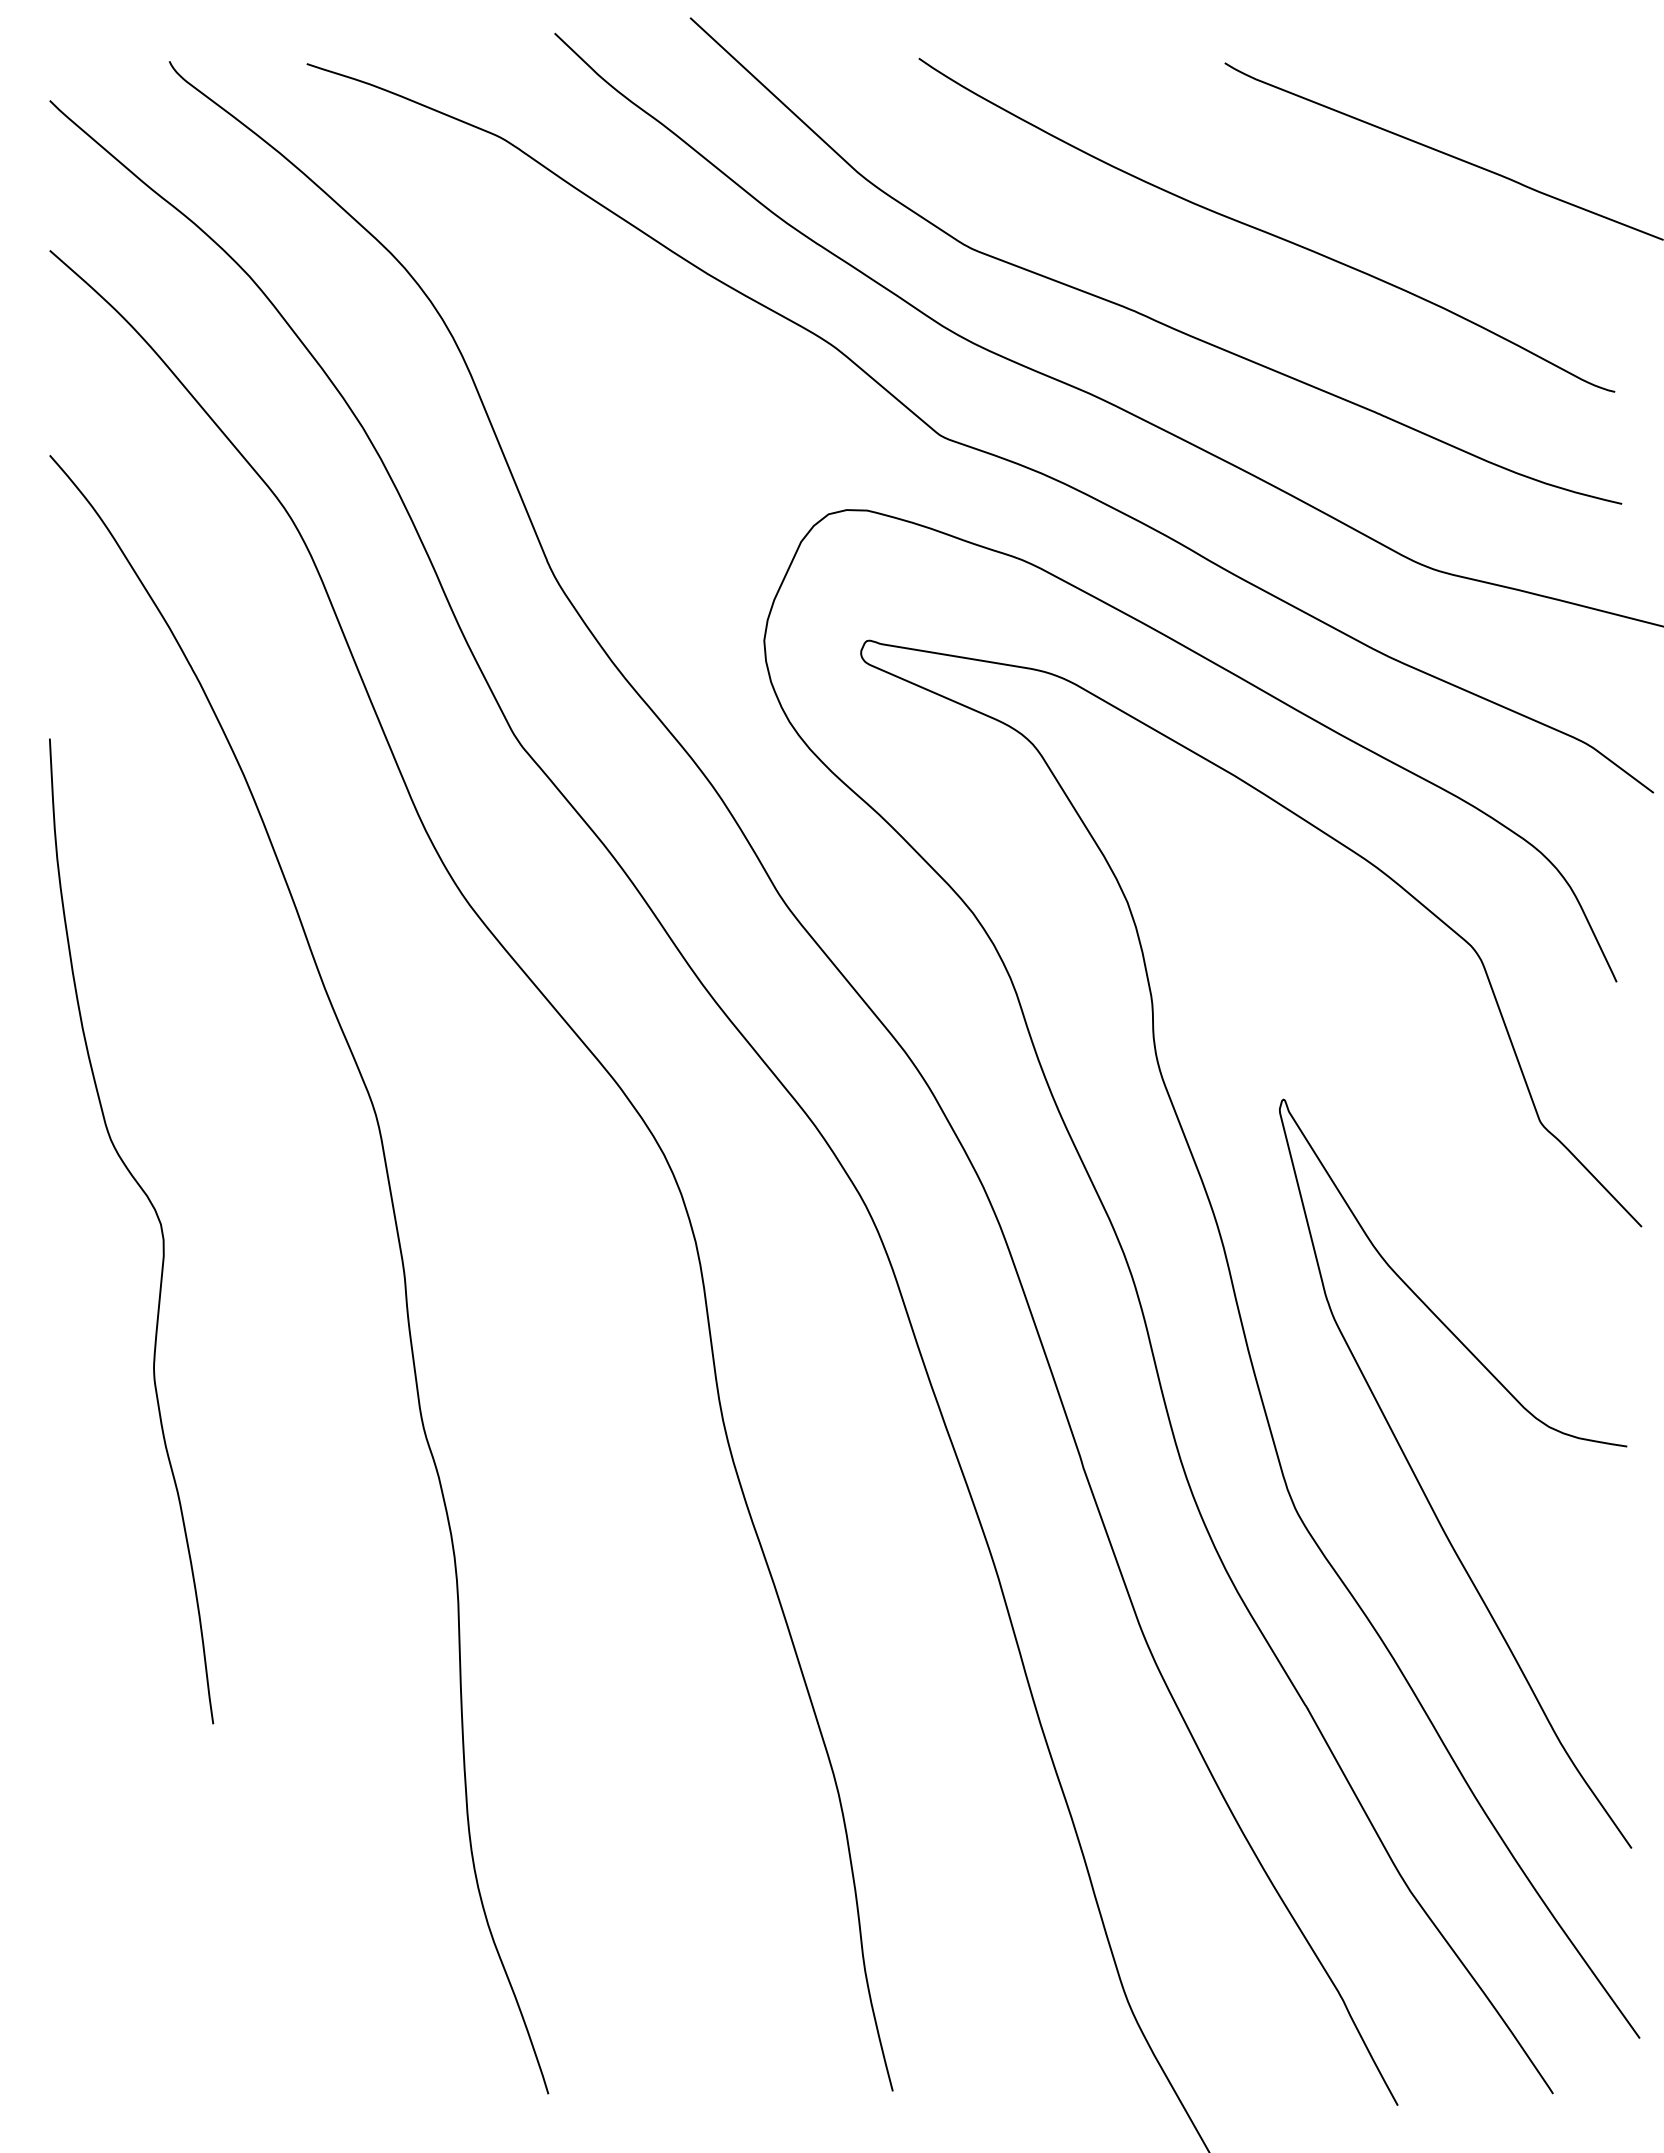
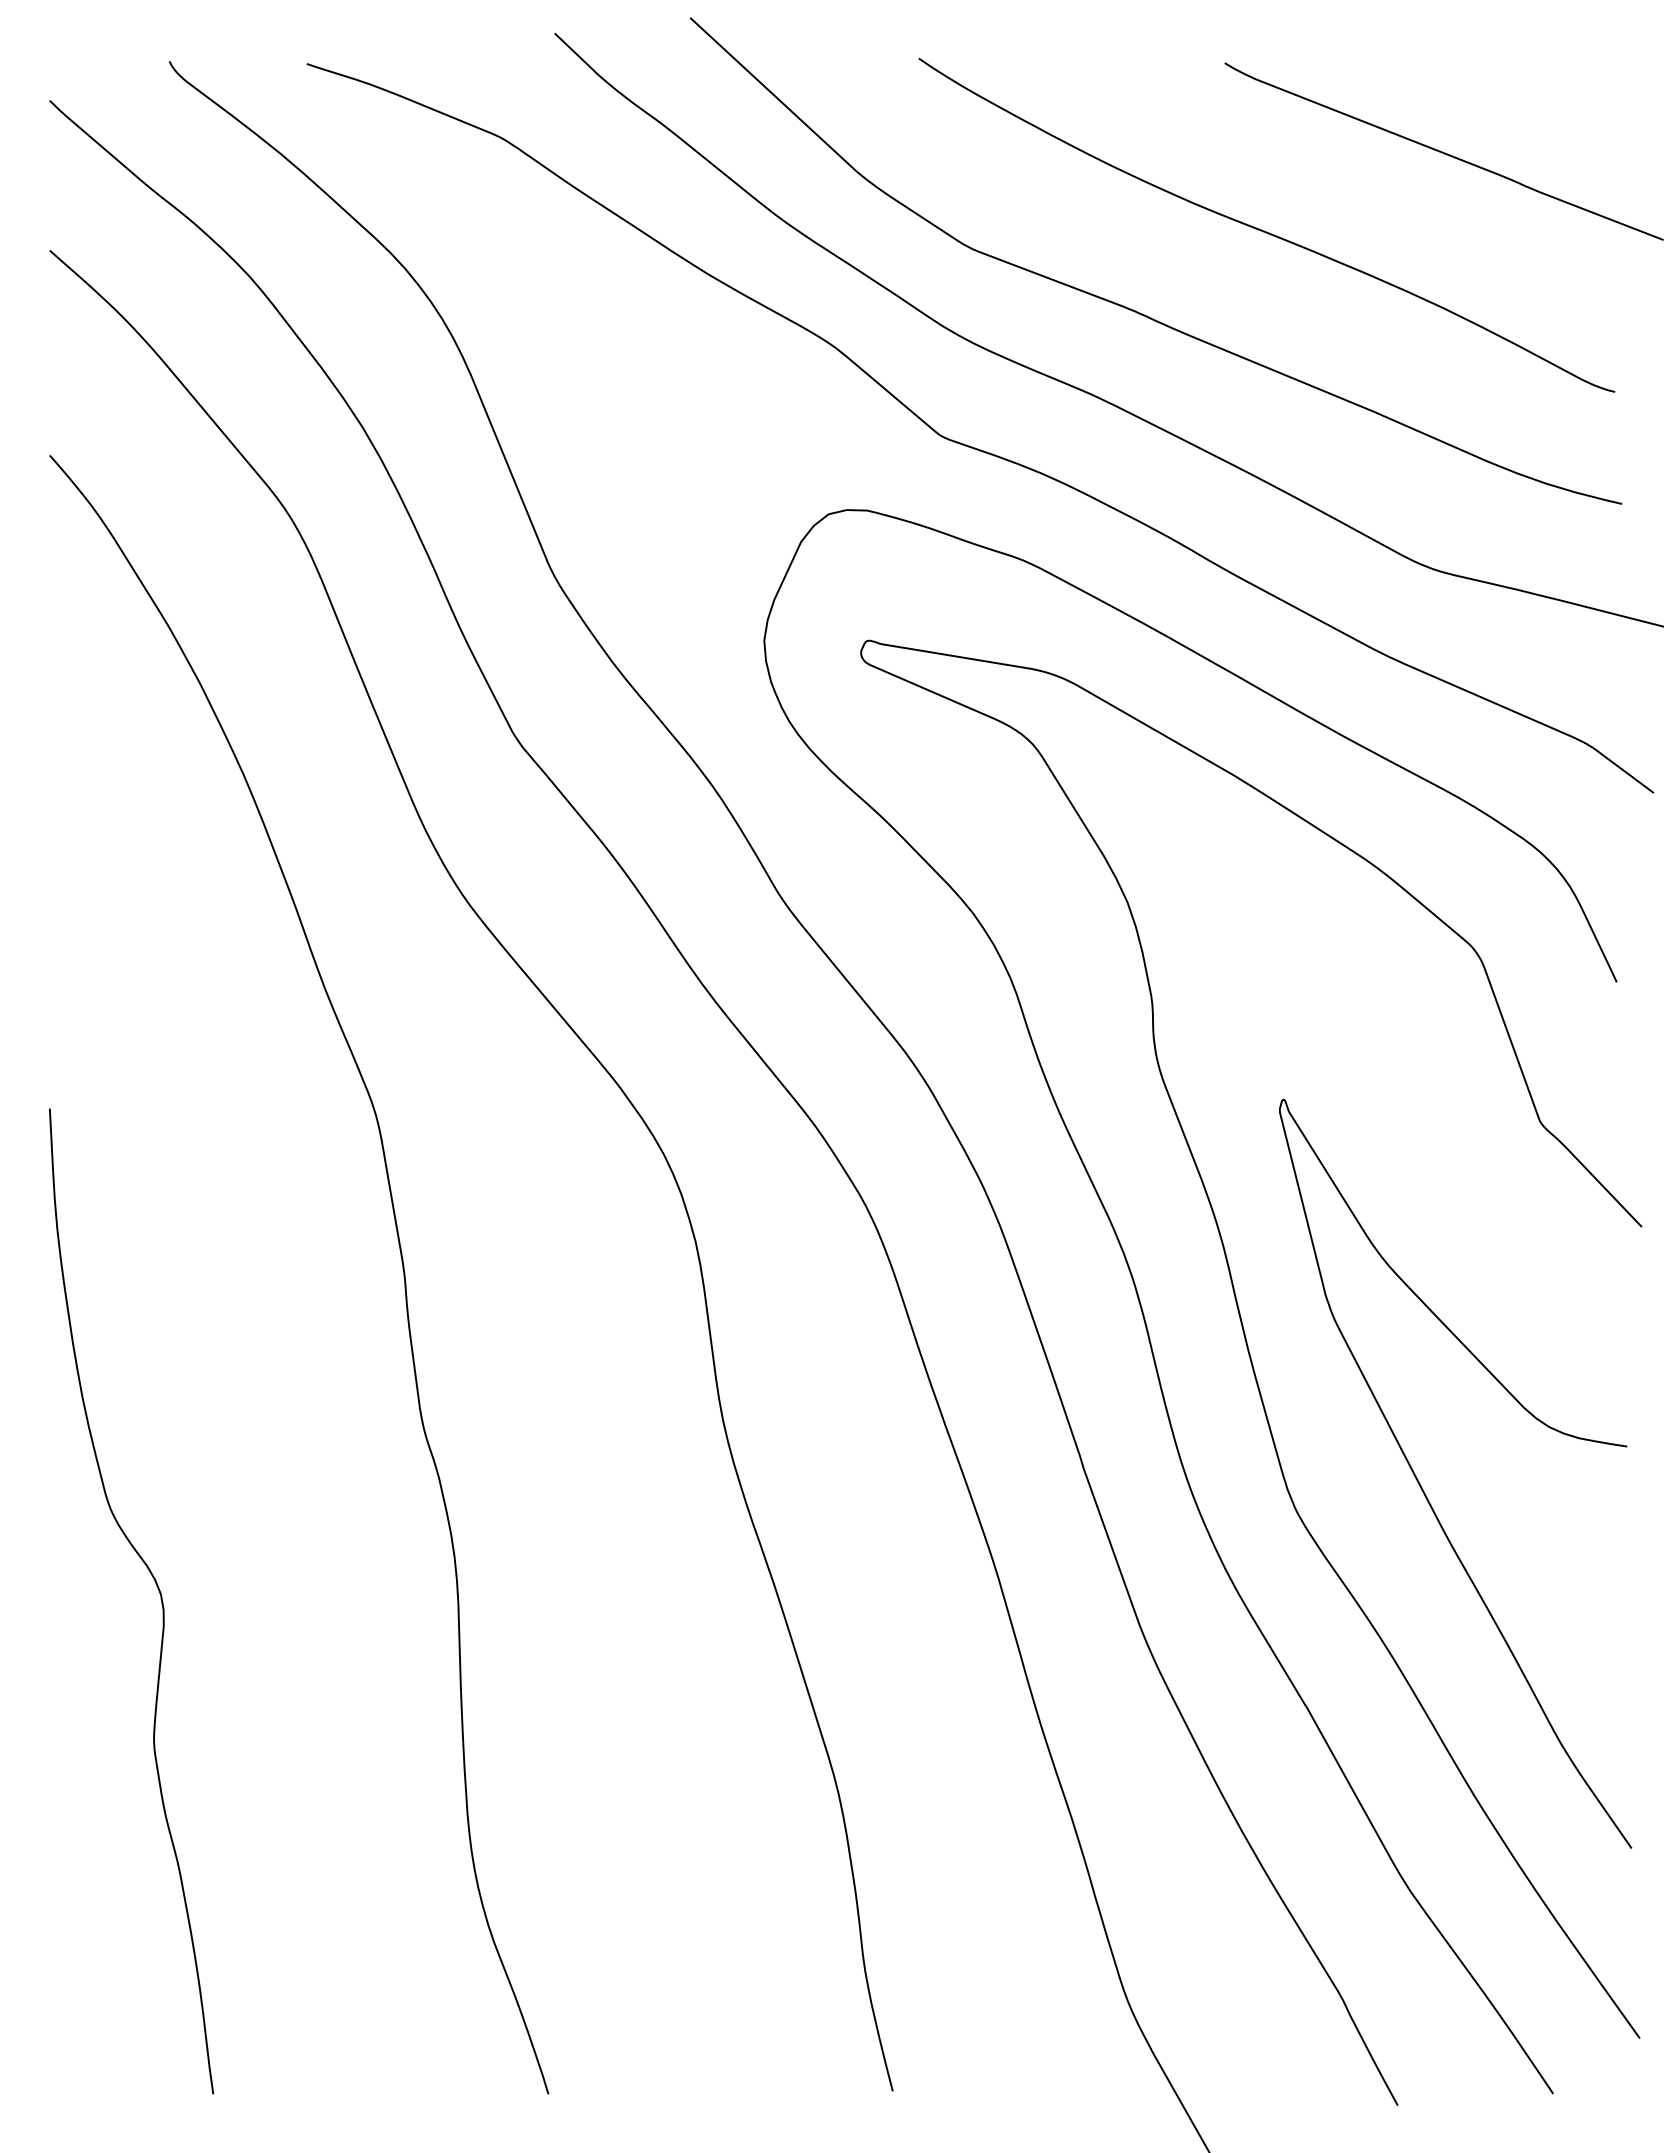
curve at (158, 1221) position: (158, 1221) -> (158, 1591)
